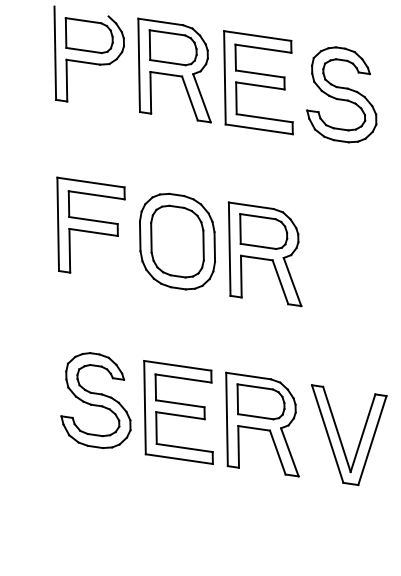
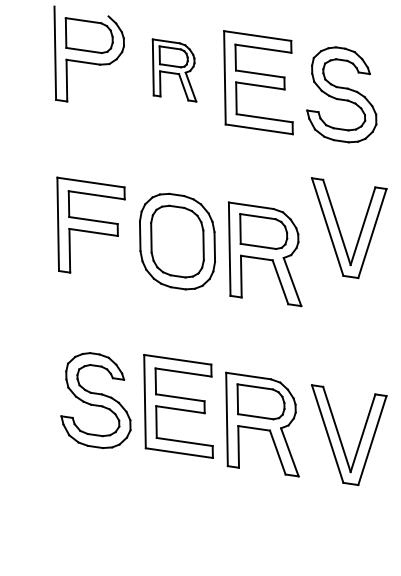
part at (174, 70) size: 75x107 px -> 47x65 px
part at (341, 232): none -> present
part at (178, 412) position: (178, 412) -> (178, 406)
